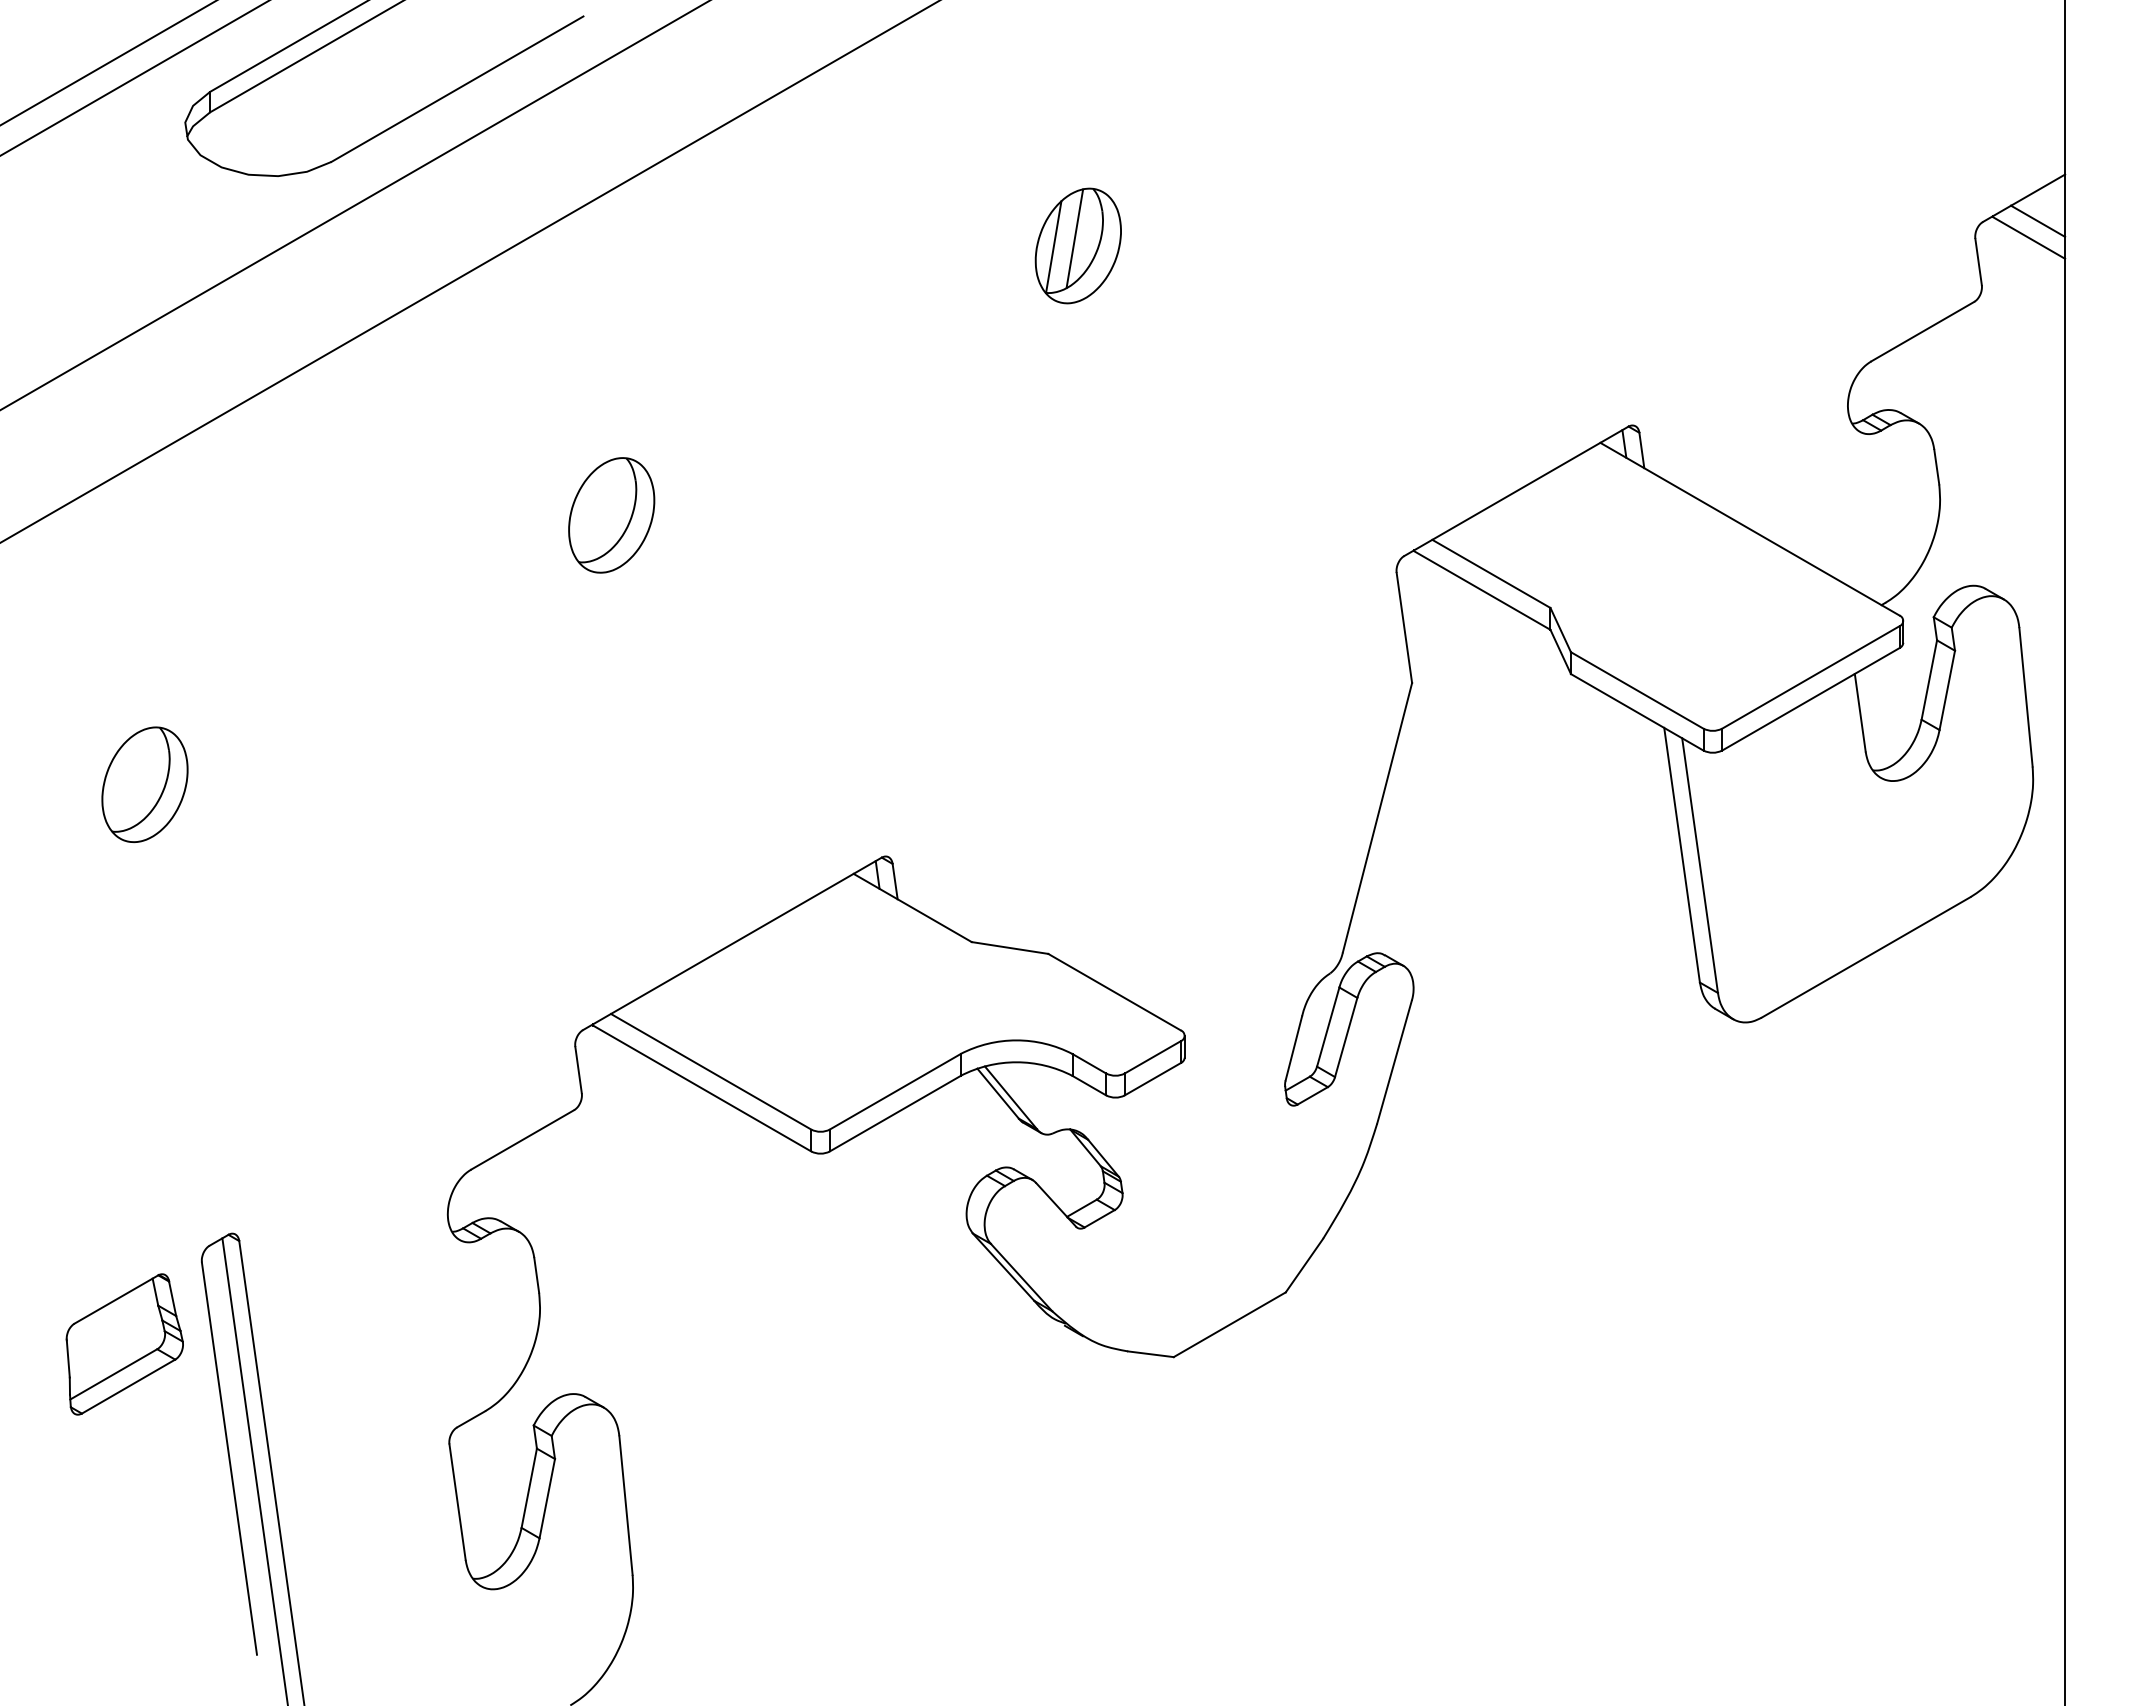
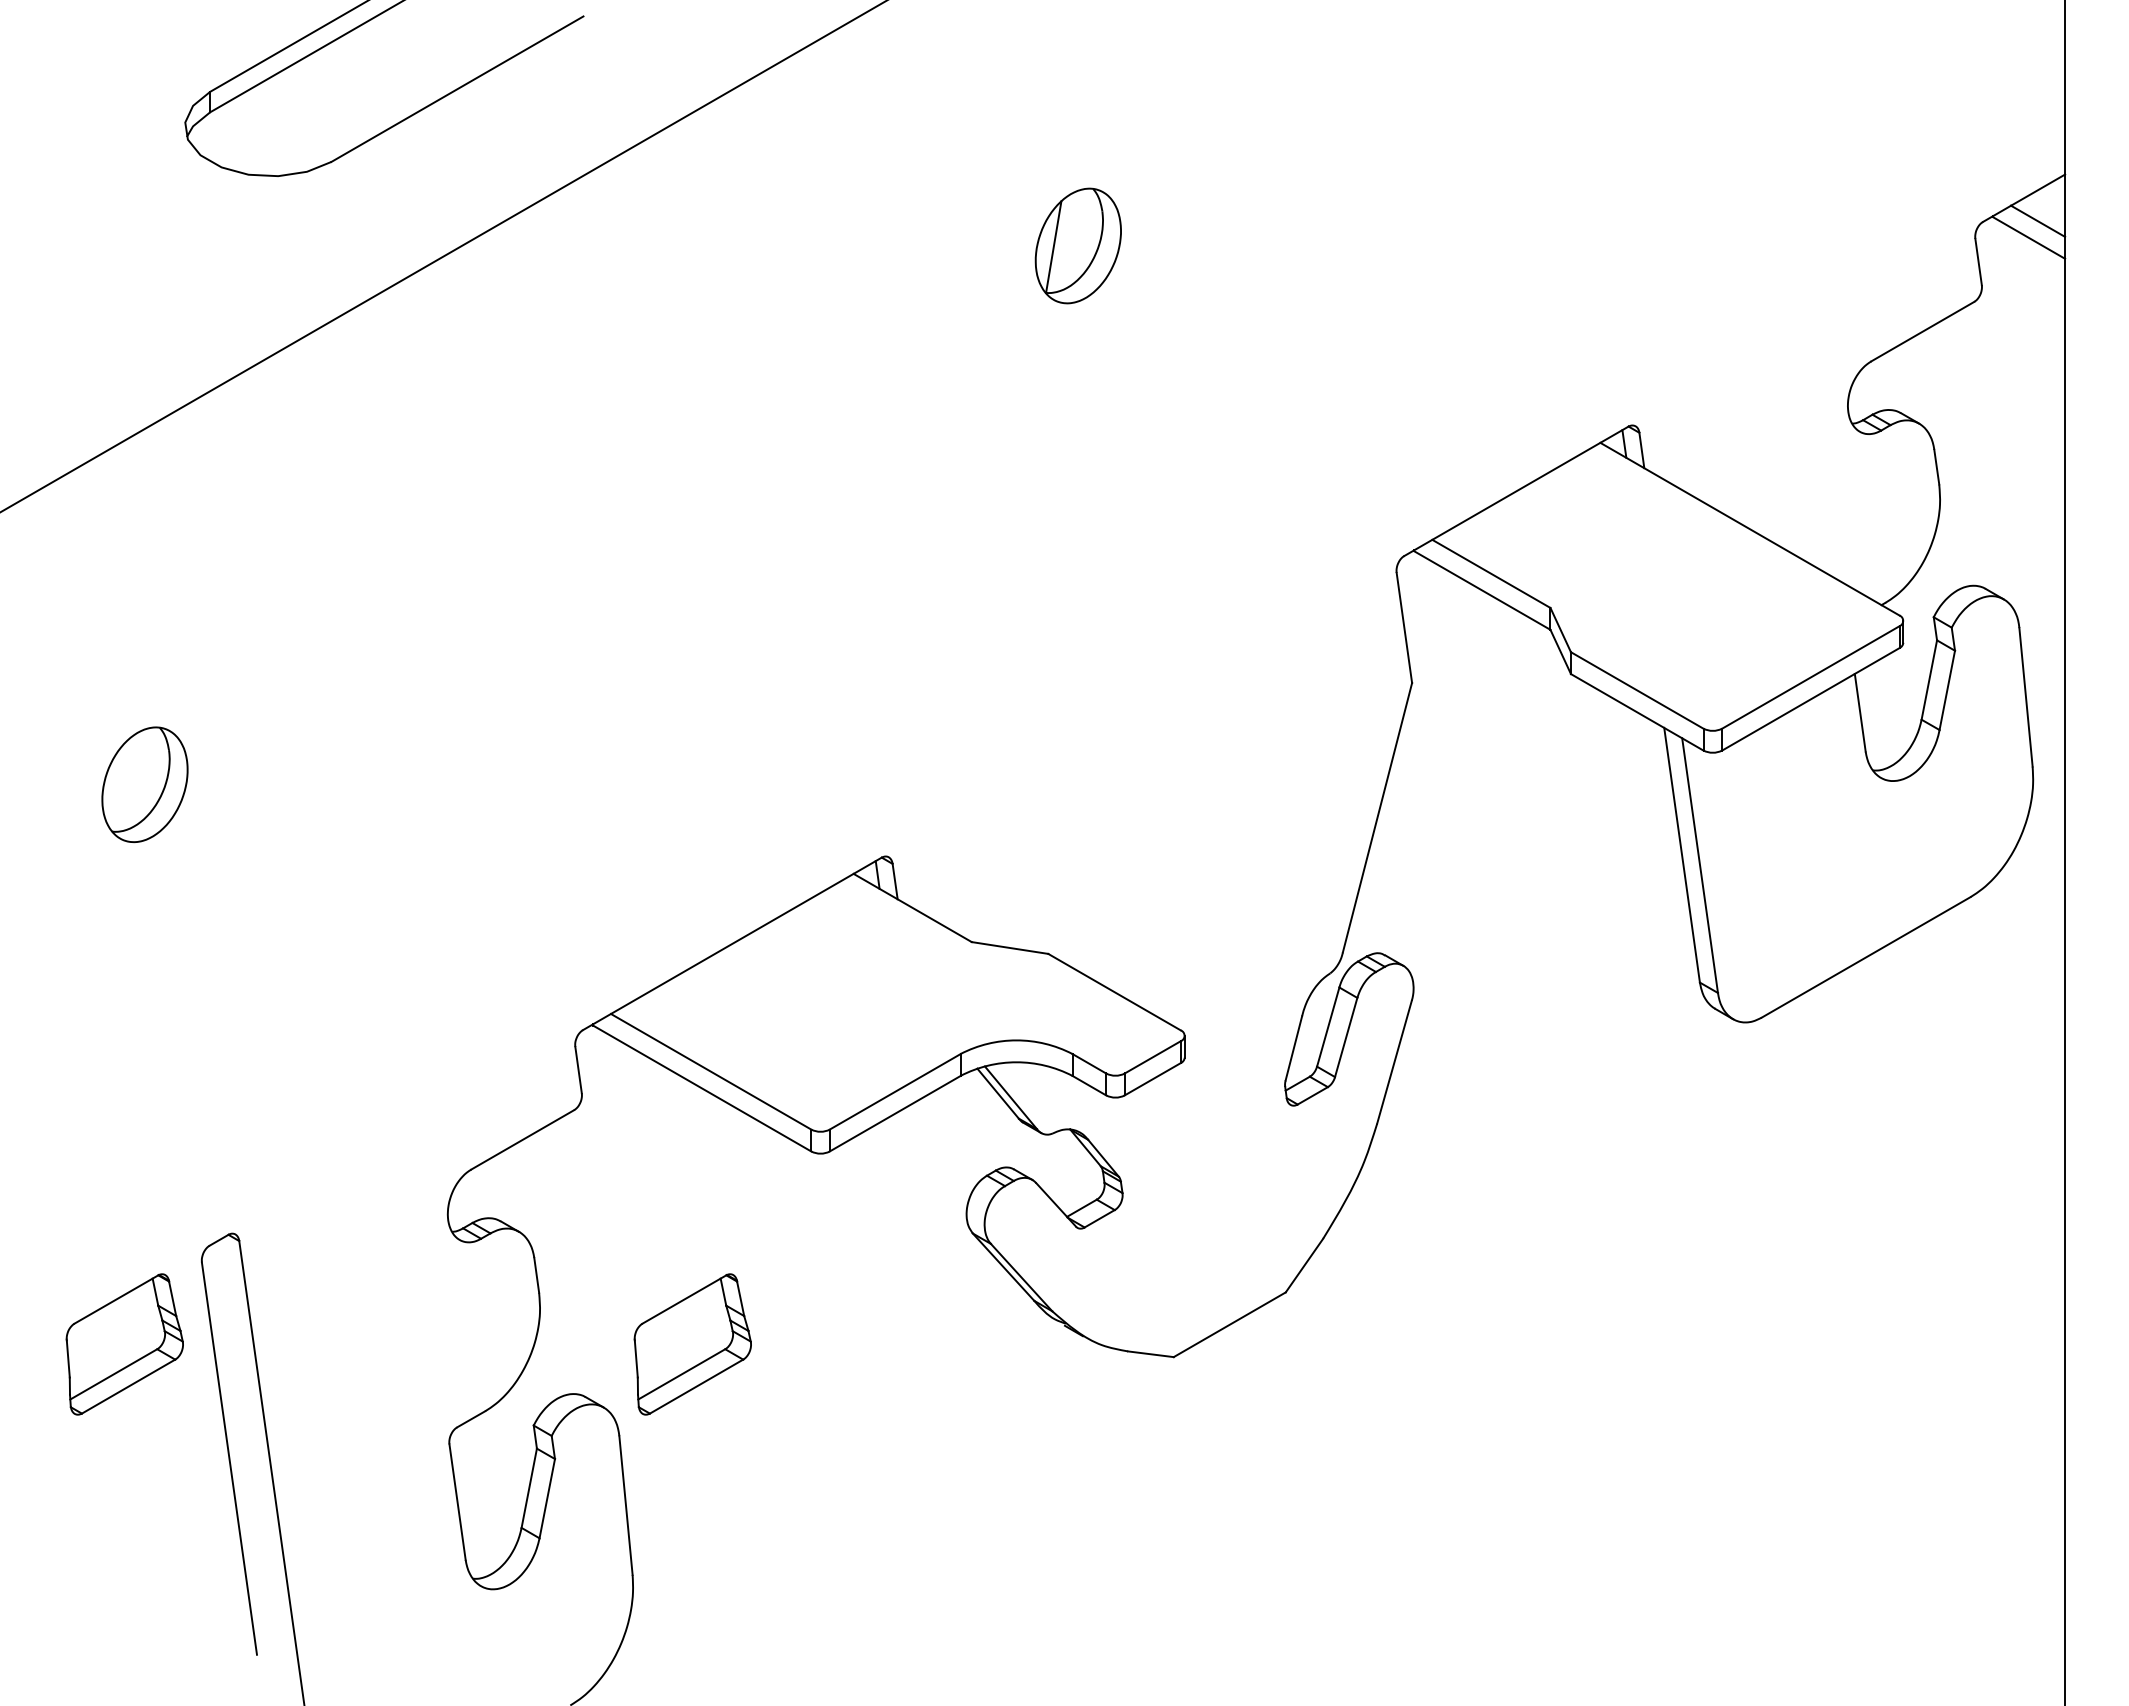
line at (107, 63): present -> none
line at (134, 78): present -> none
line at (354, 205): present -> none
line at (1074, 238): present -> none
line at (469, 271) position: (469, 271) -> (443, 256)
part at (611, 515): present -> none
part at (692, 1344): none -> present
line at (254, 1470): present -> none
